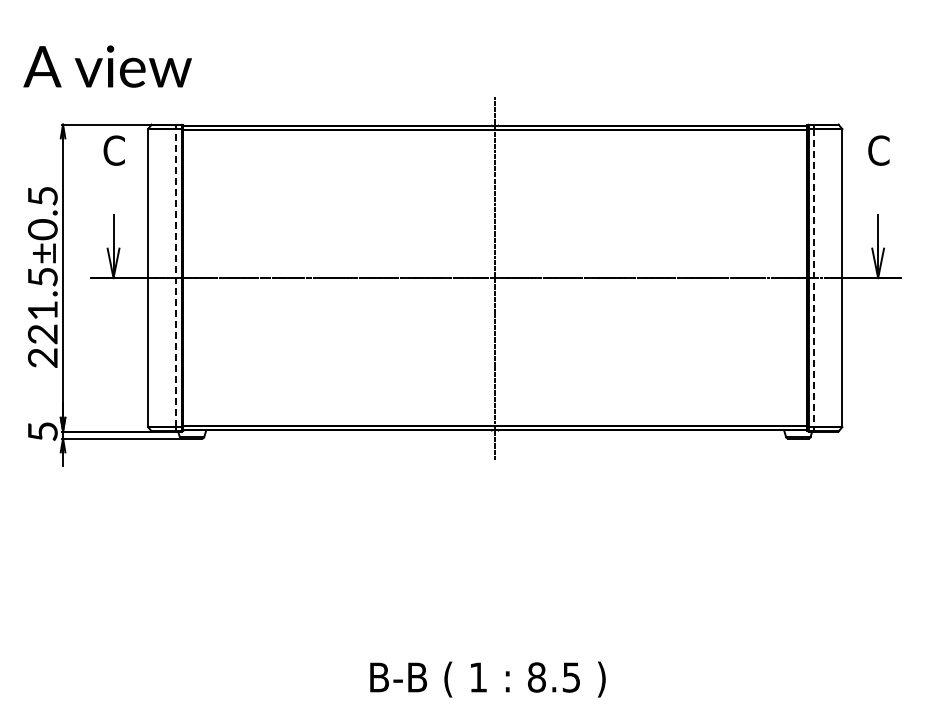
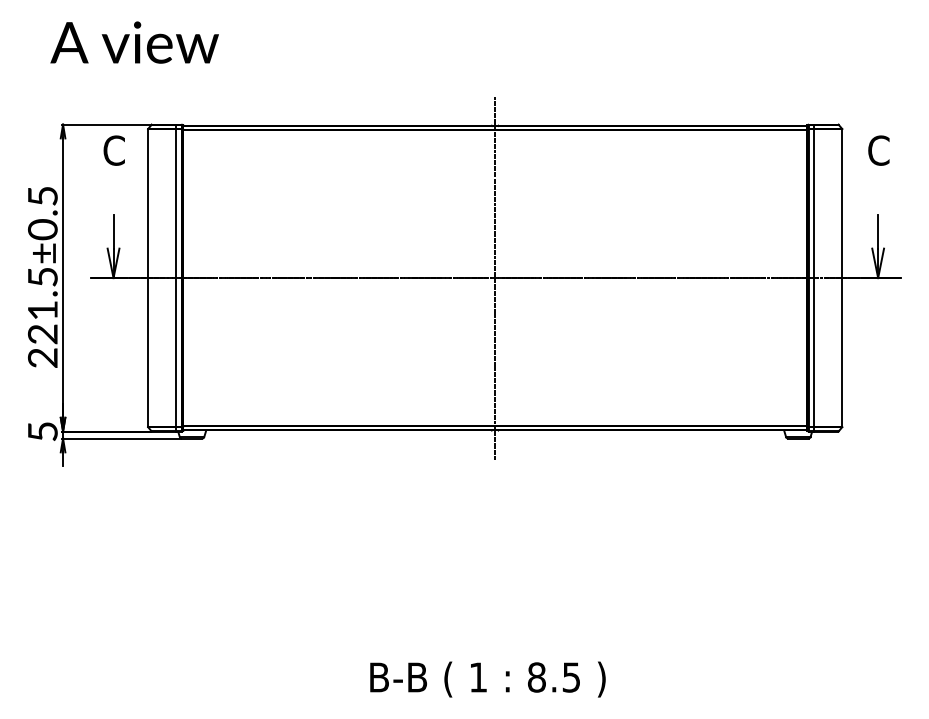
text at (107, 66) position: (107, 66) -> (134, 42)
line at (176, 278): dashed -> solid
line at (813, 278): dashed -> solid
